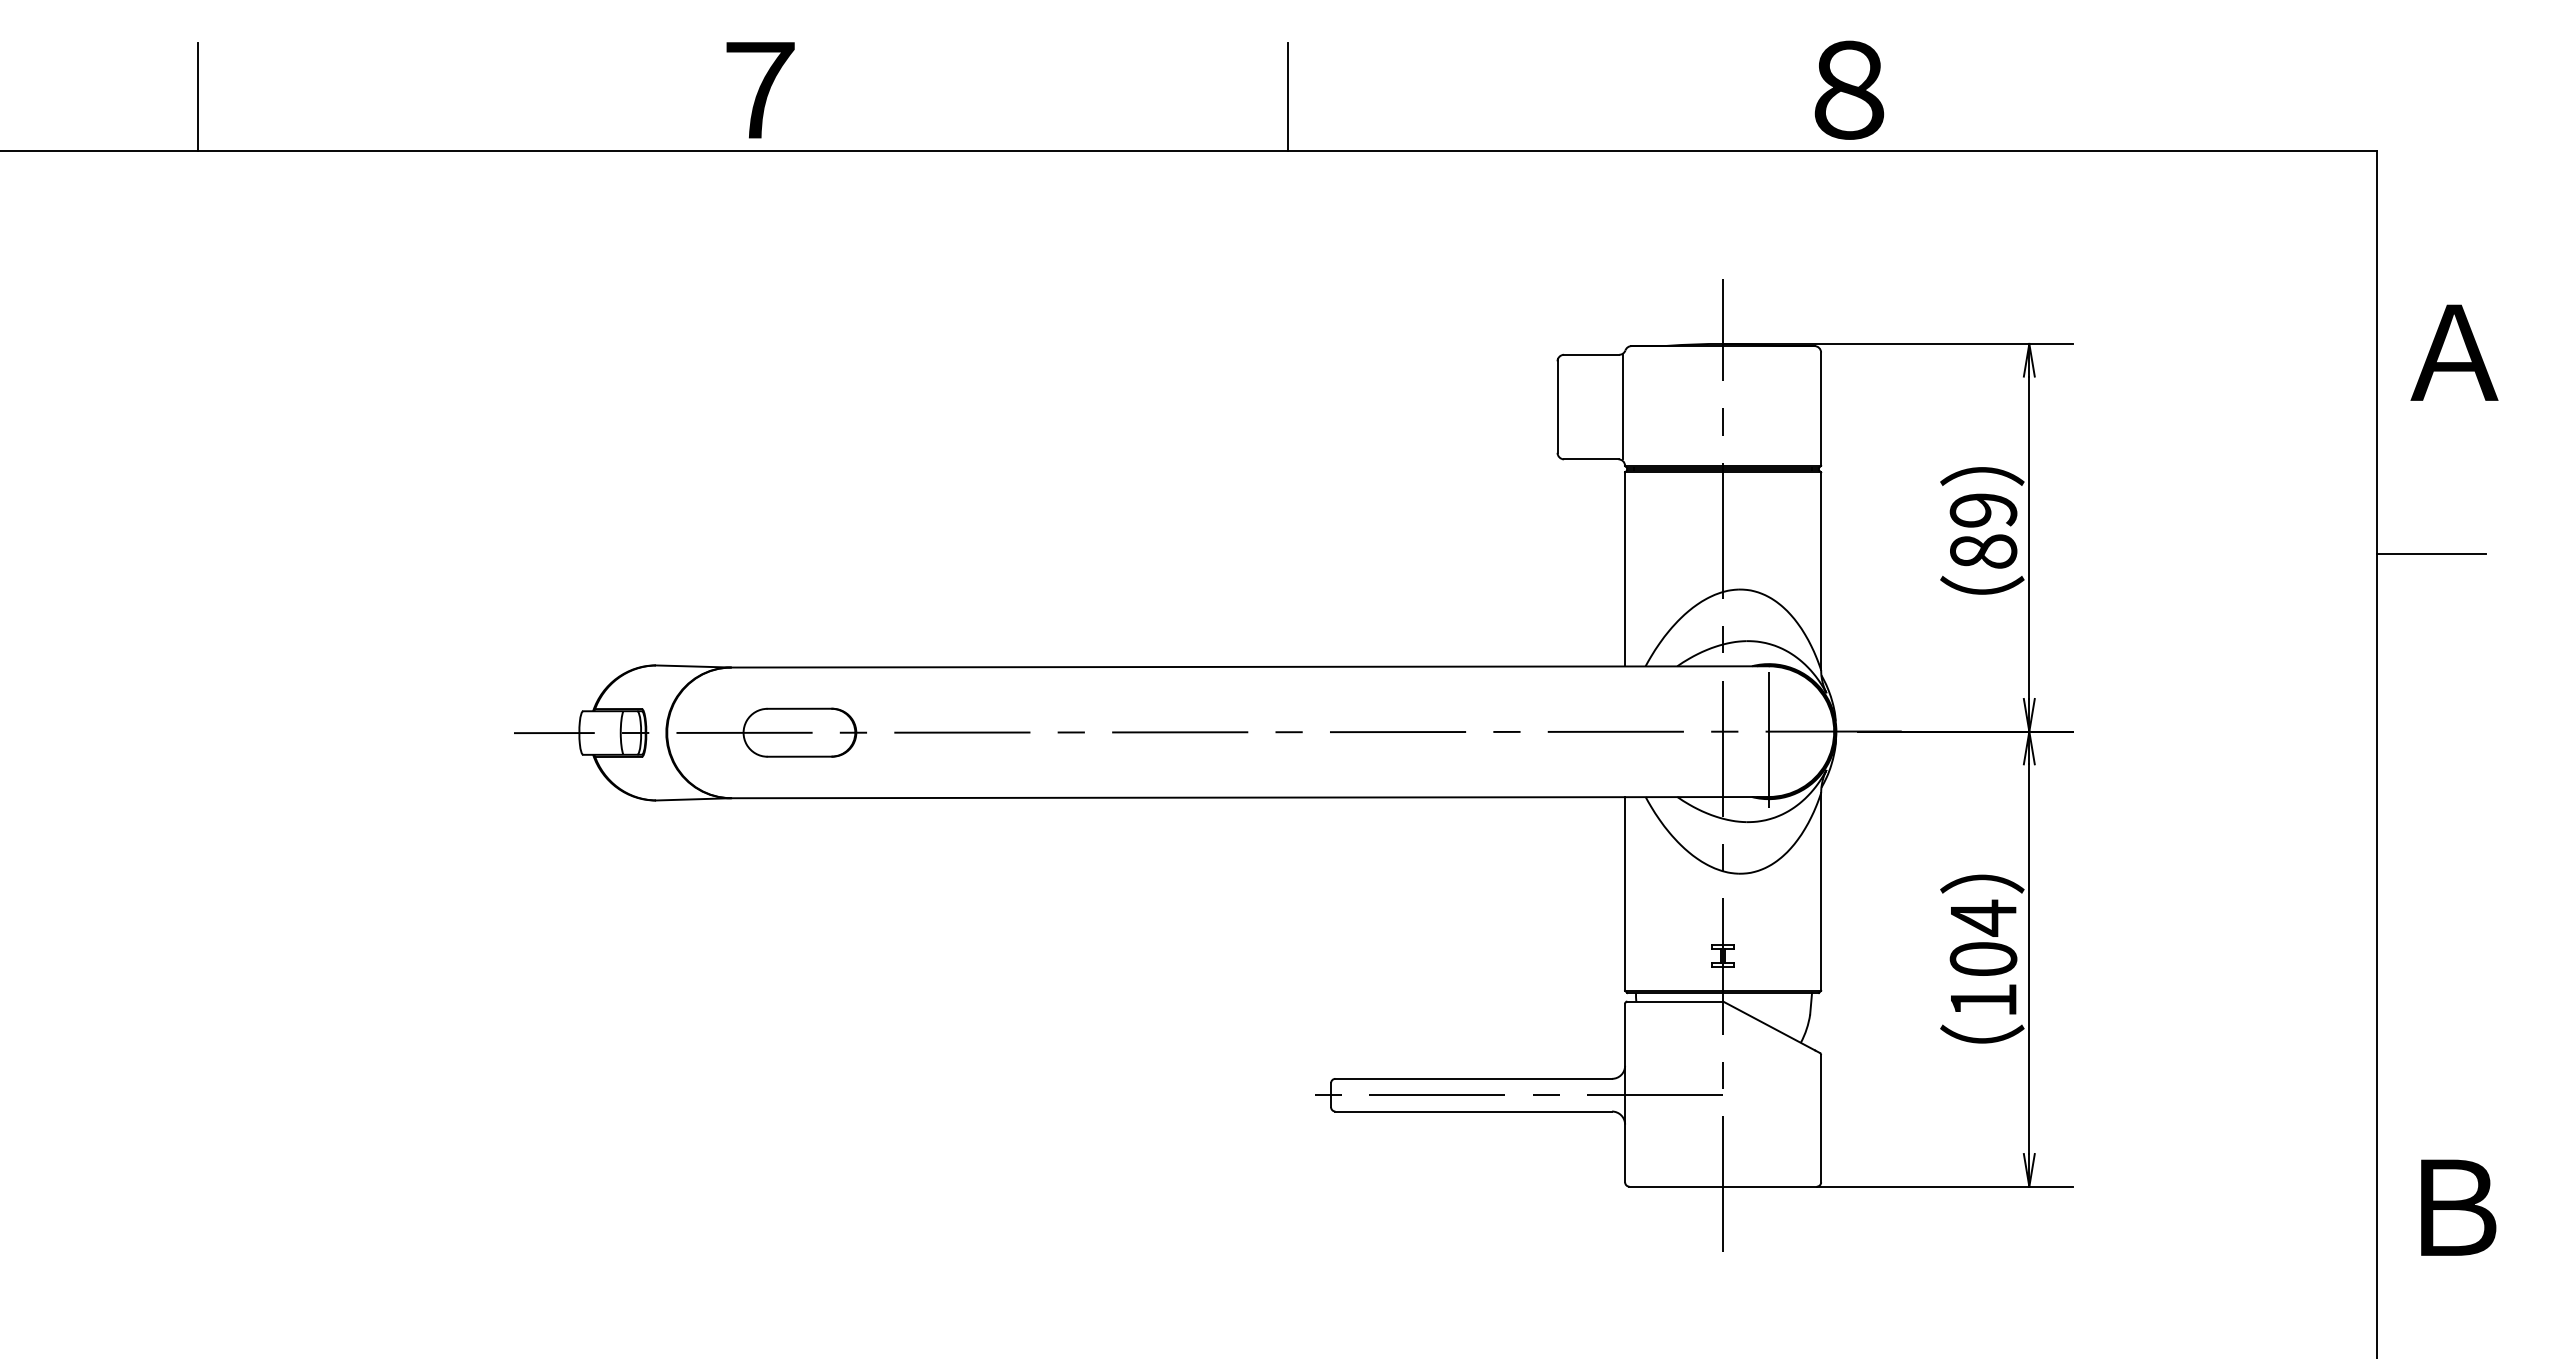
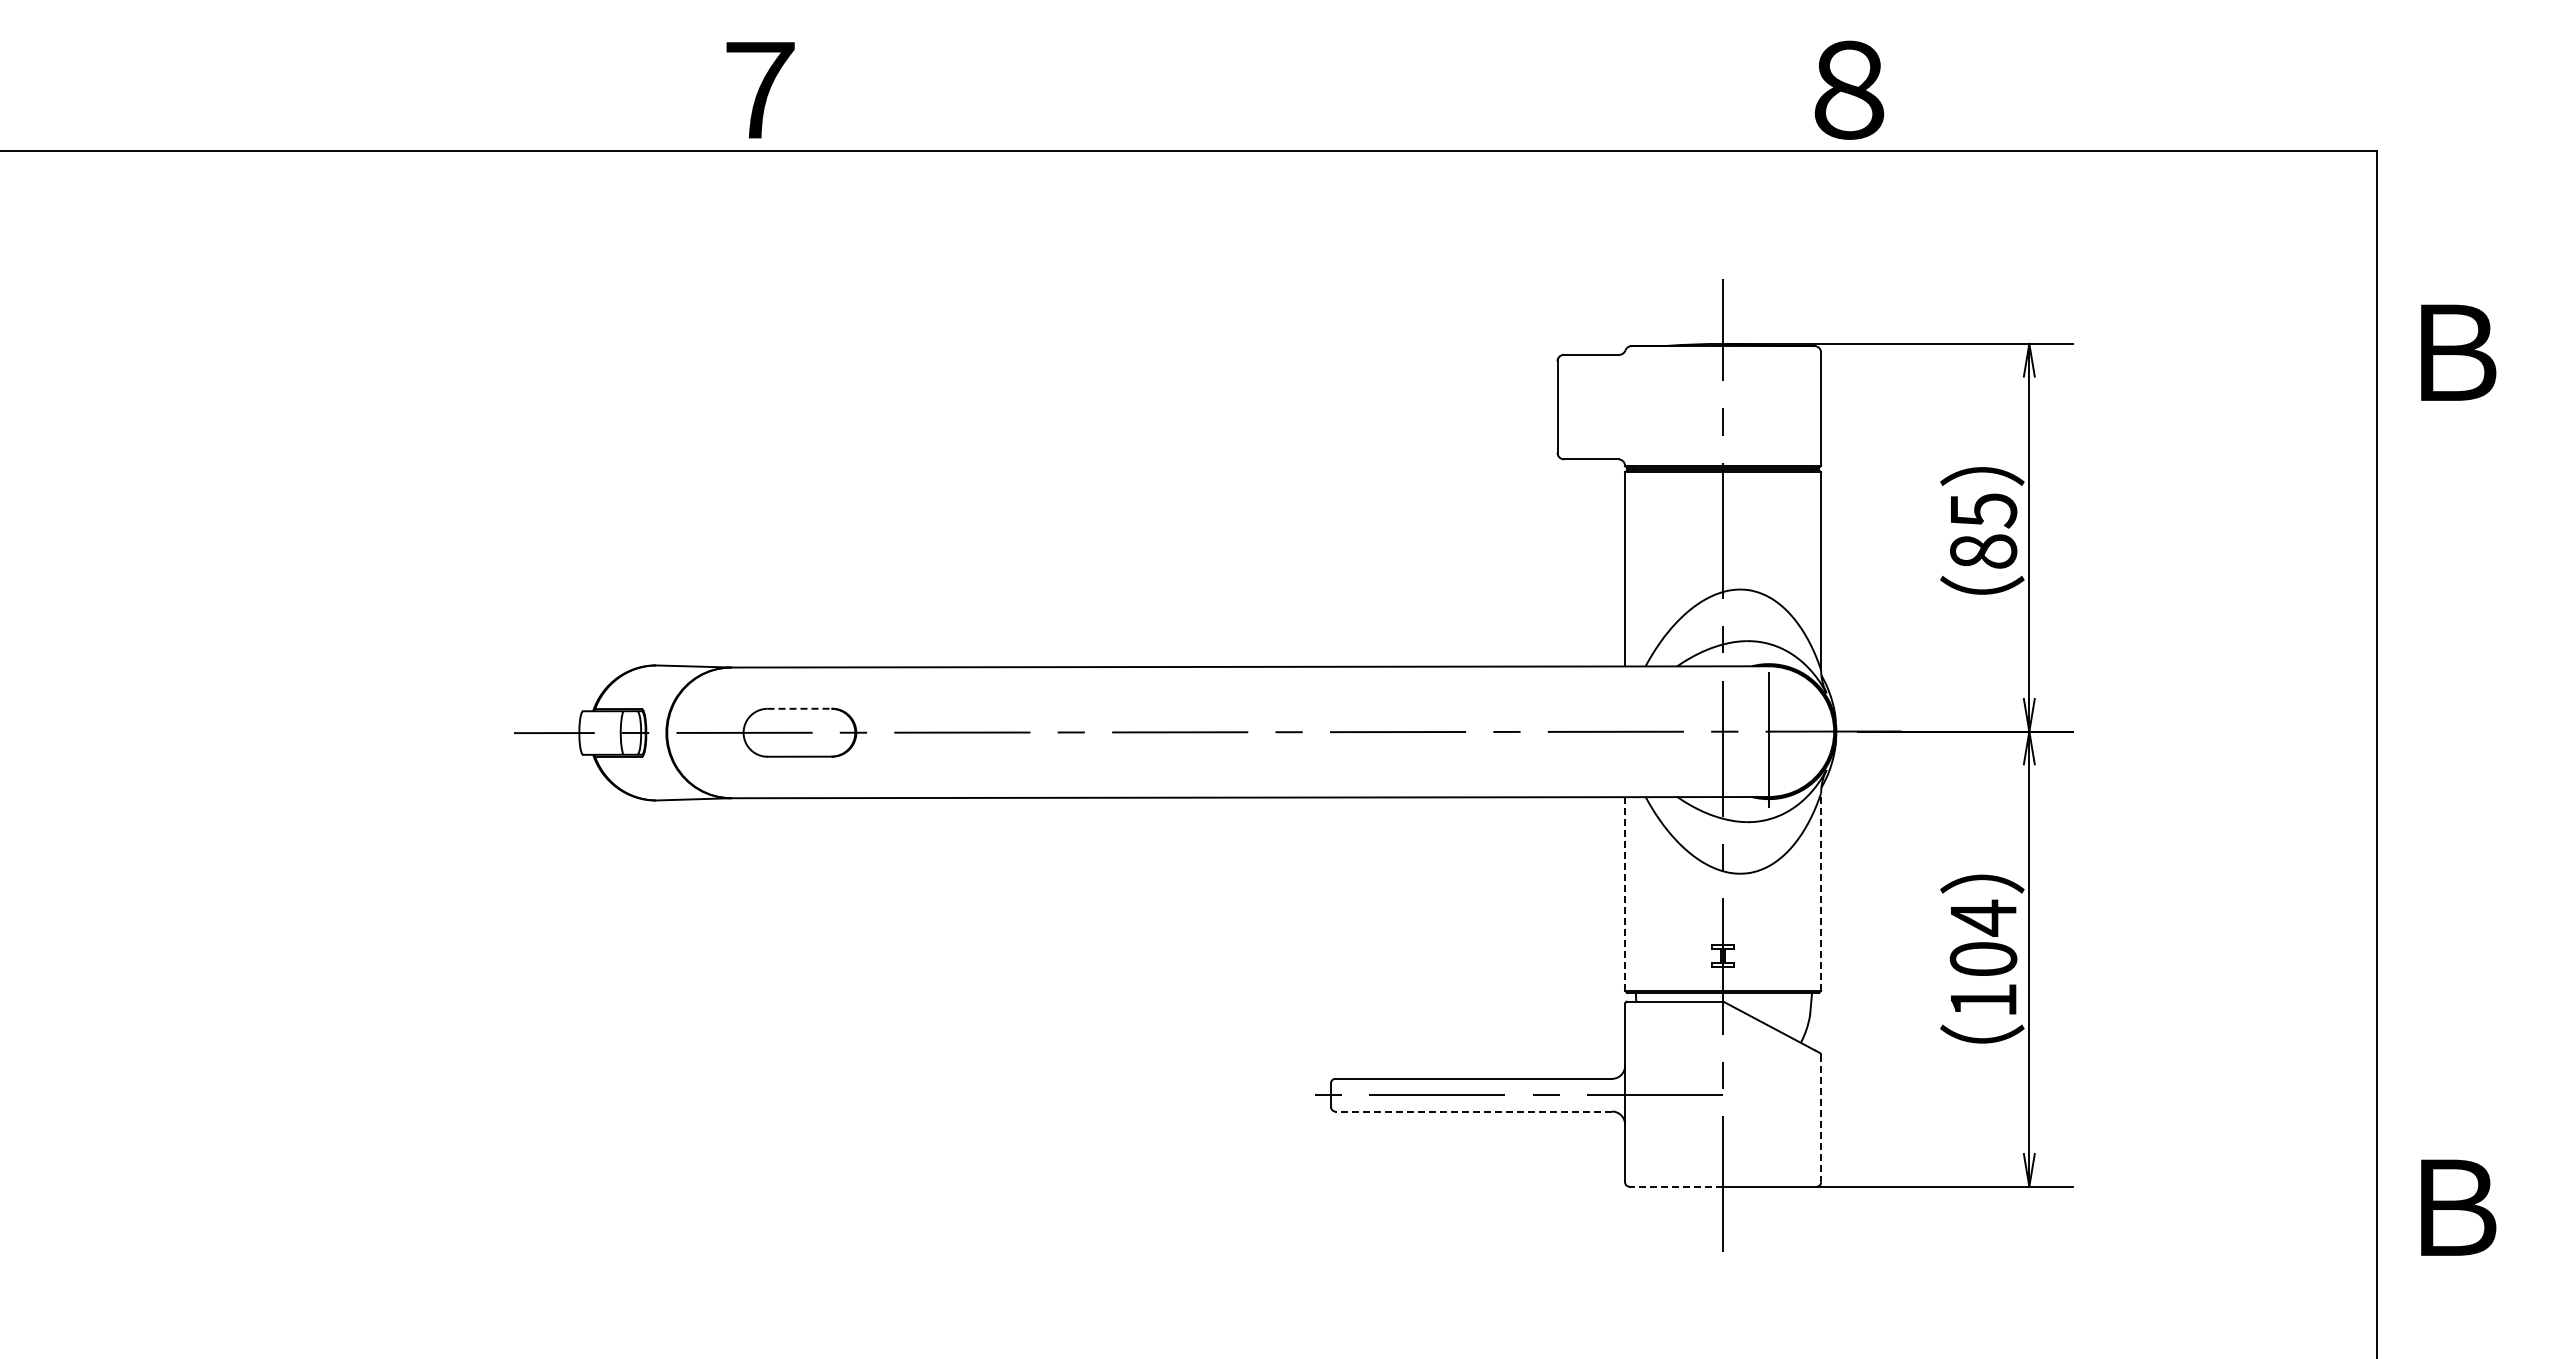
line at (198, 96): present -> none
line at (1287, 96): present -> none
text at (2454, 352): Ａ -> Ｂ
line at (1623, 406): present -> none
text at (1983, 510): 89 -> 85
line at (2430, 554): present -> none
line at (799, 708): solid -> dashed
line at (1821, 892): solid -> dashed
line at (1625, 893): solid -> dashed
line at (1473, 1111): solid -> dashed
line at (1821, 1118): solid -> dashed
line at (1676, 1186): solid -> dashed
